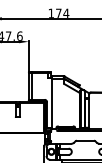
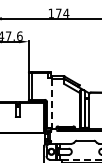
line at (51, 103): solid -> dashed
line at (81, 160): solid -> dashed
